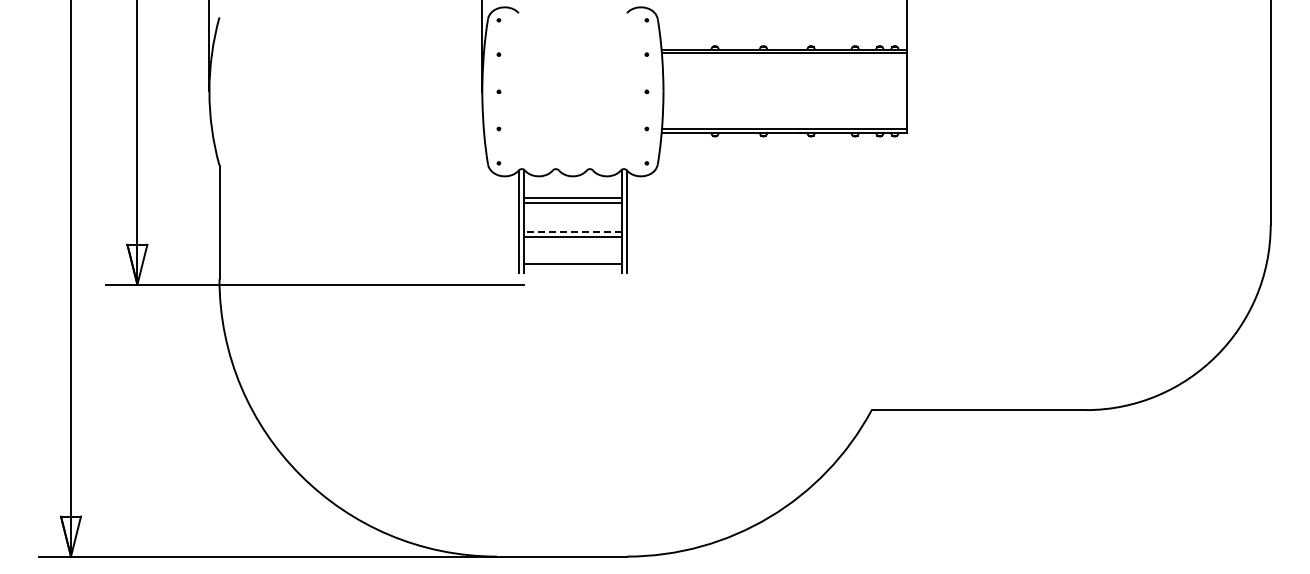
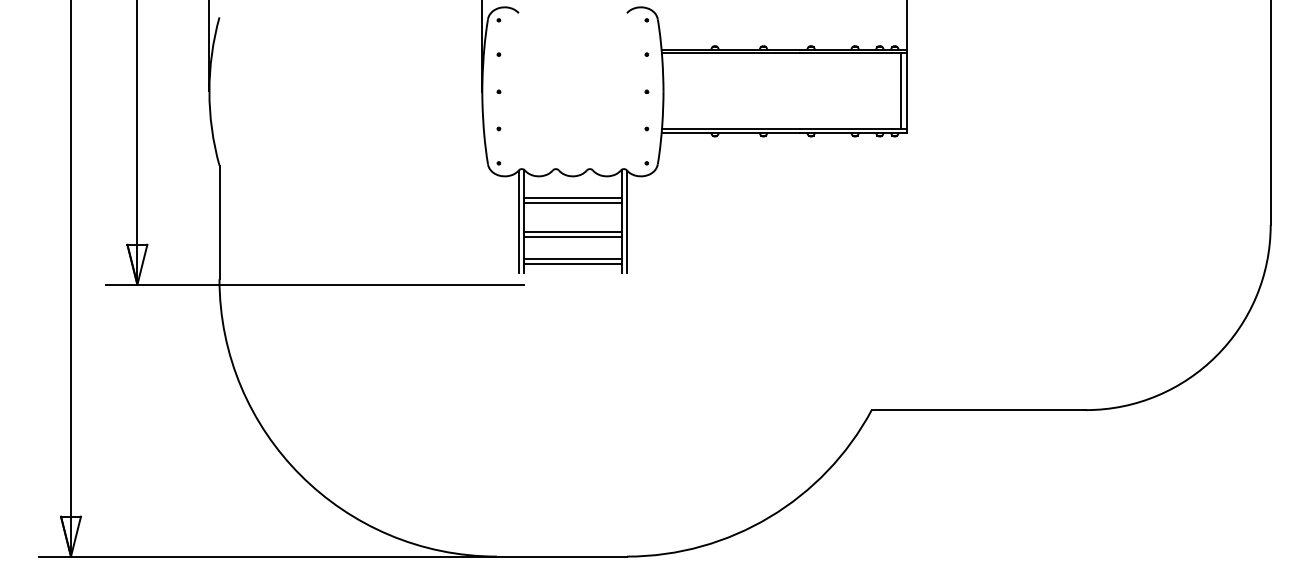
line at (900, 91): none -> present
line at (572, 231): dashed -> solid
line at (572, 259): none -> present
